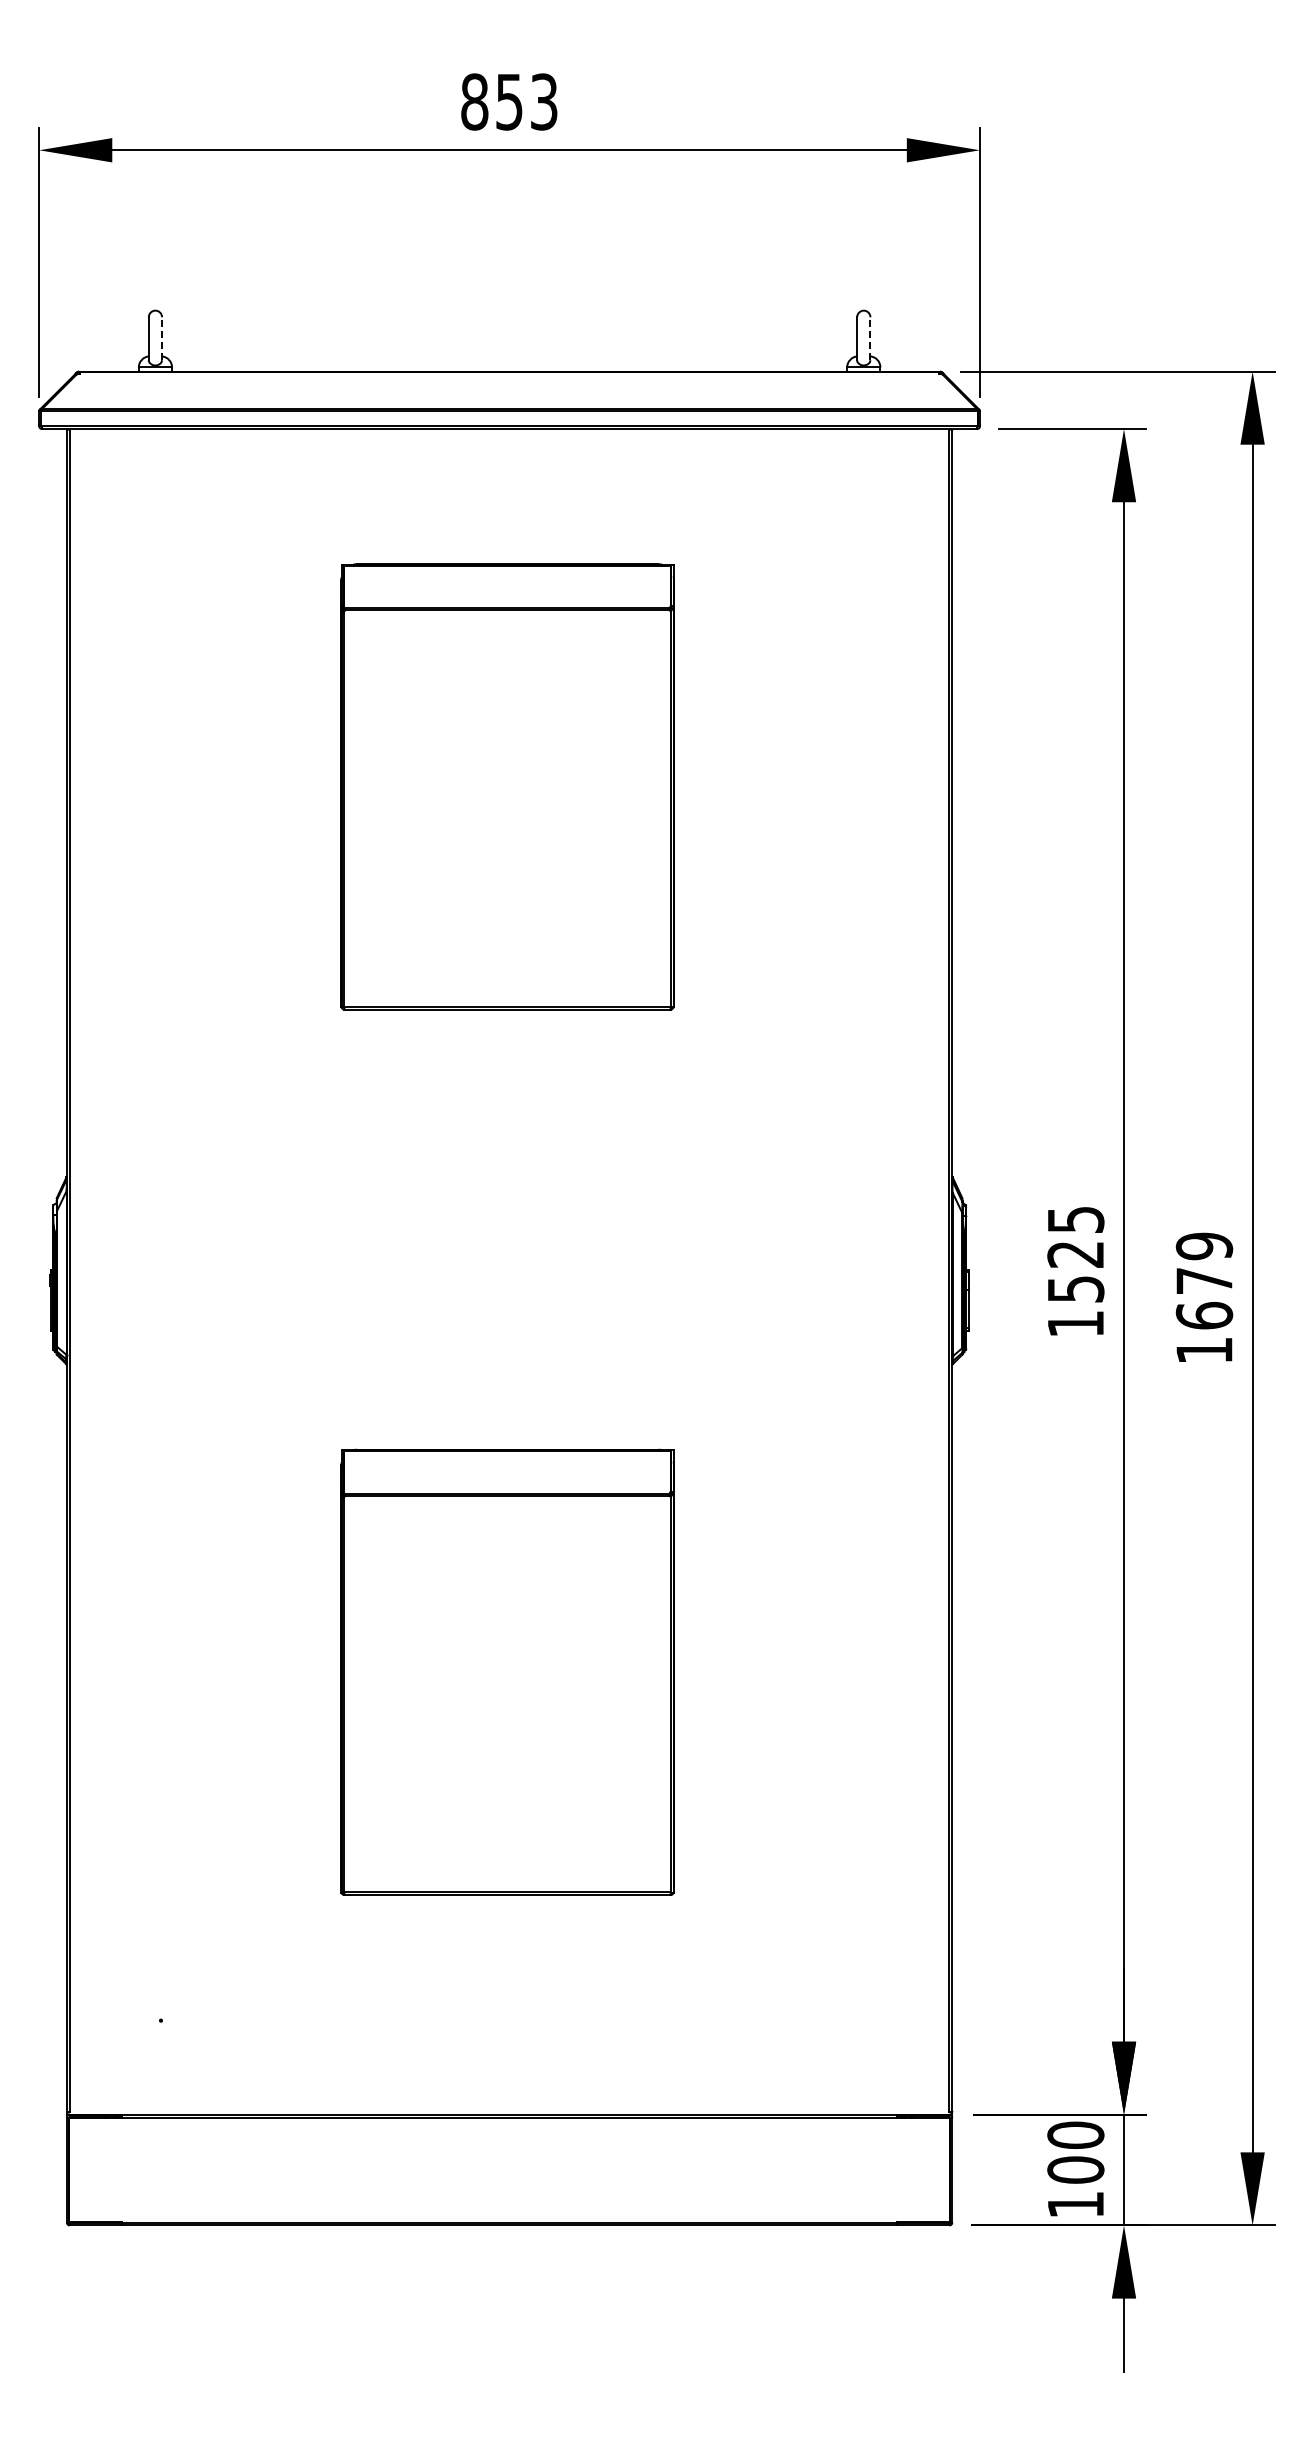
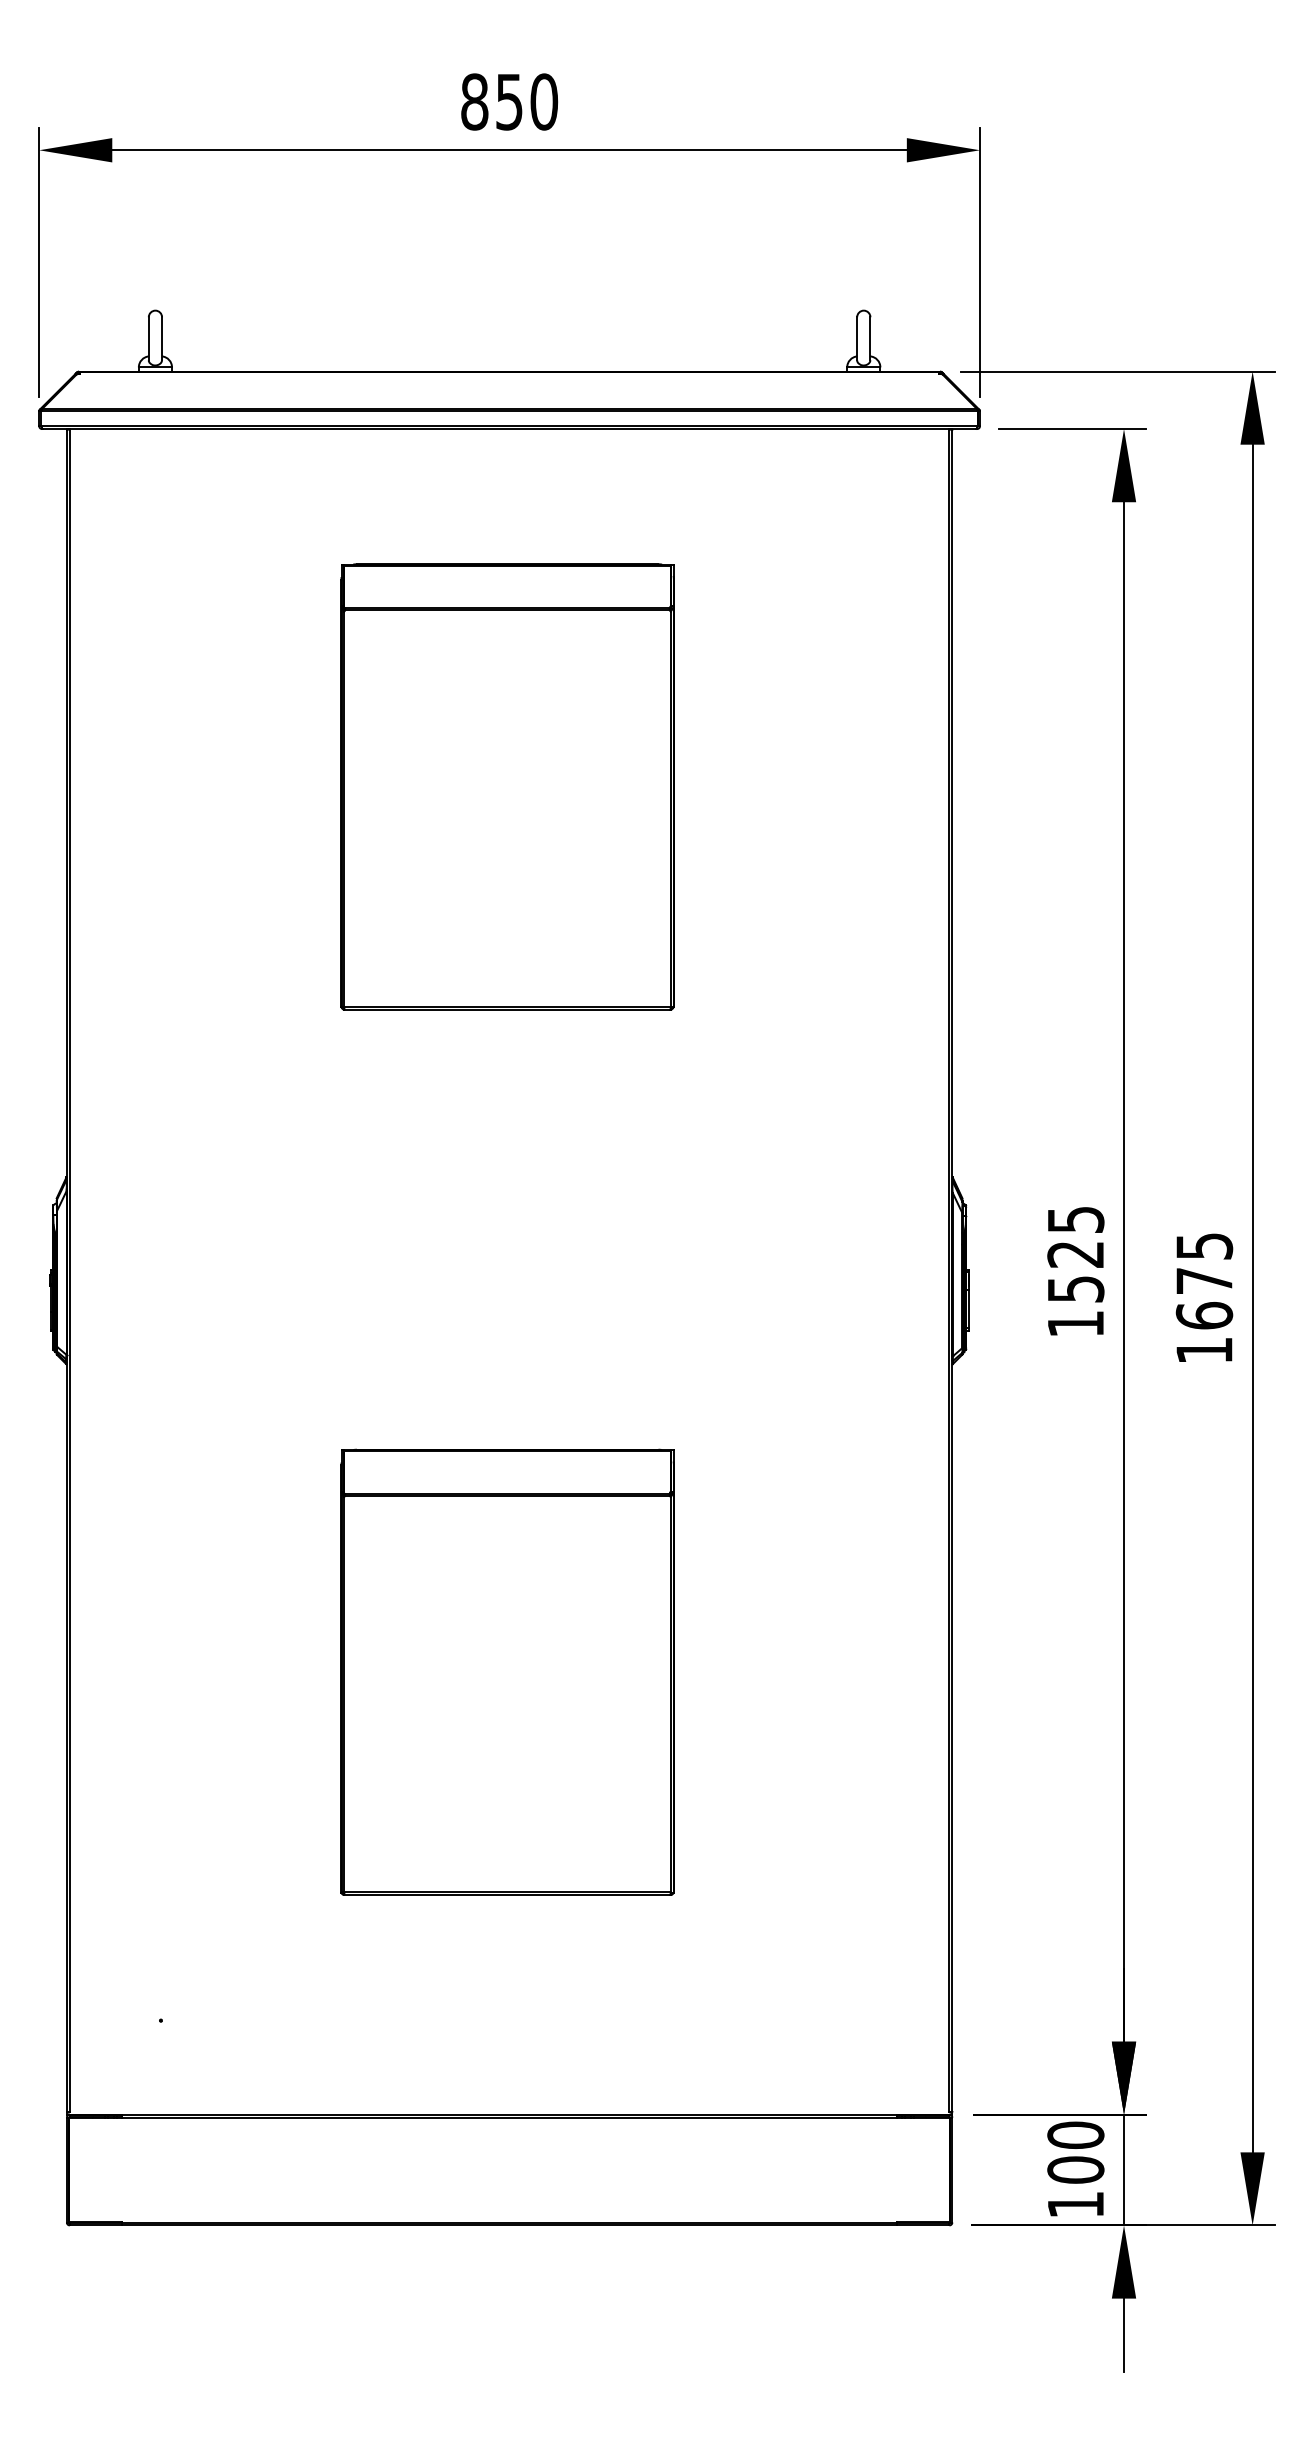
text at (544, 101): 853 -> 850
line at (162, 338): dashed -> solid
line at (870, 338): dashed -> solid
text at (1203, 1246): 1679 -> 1675
